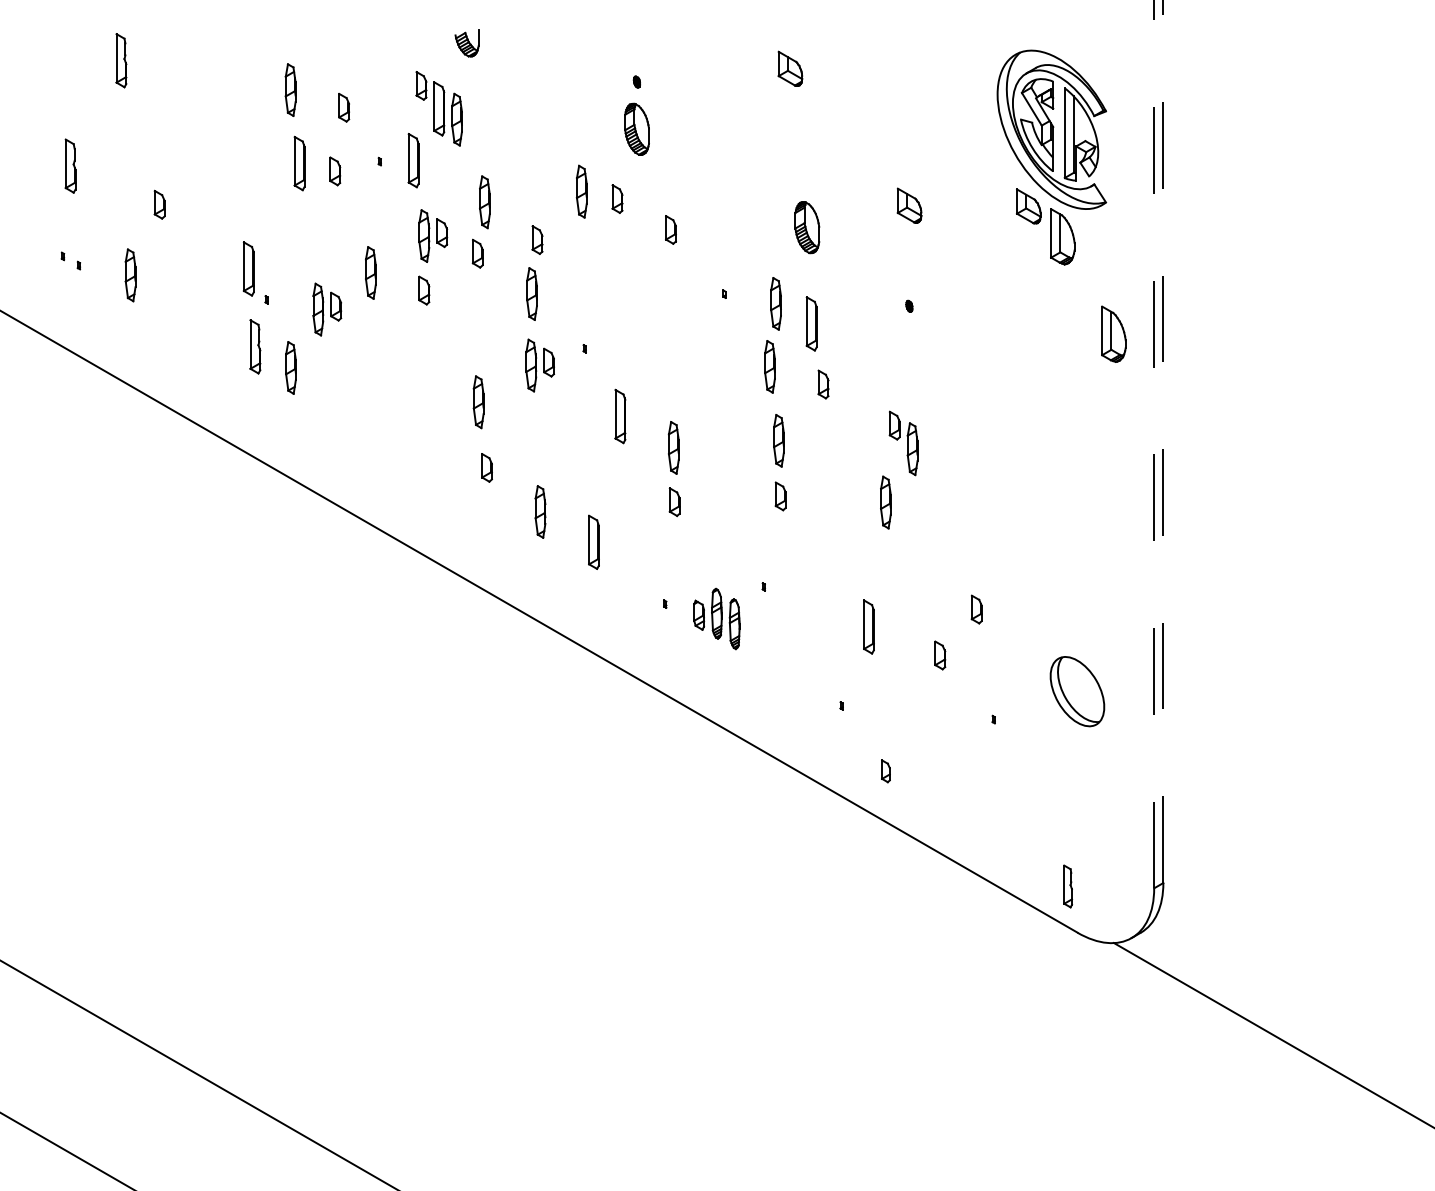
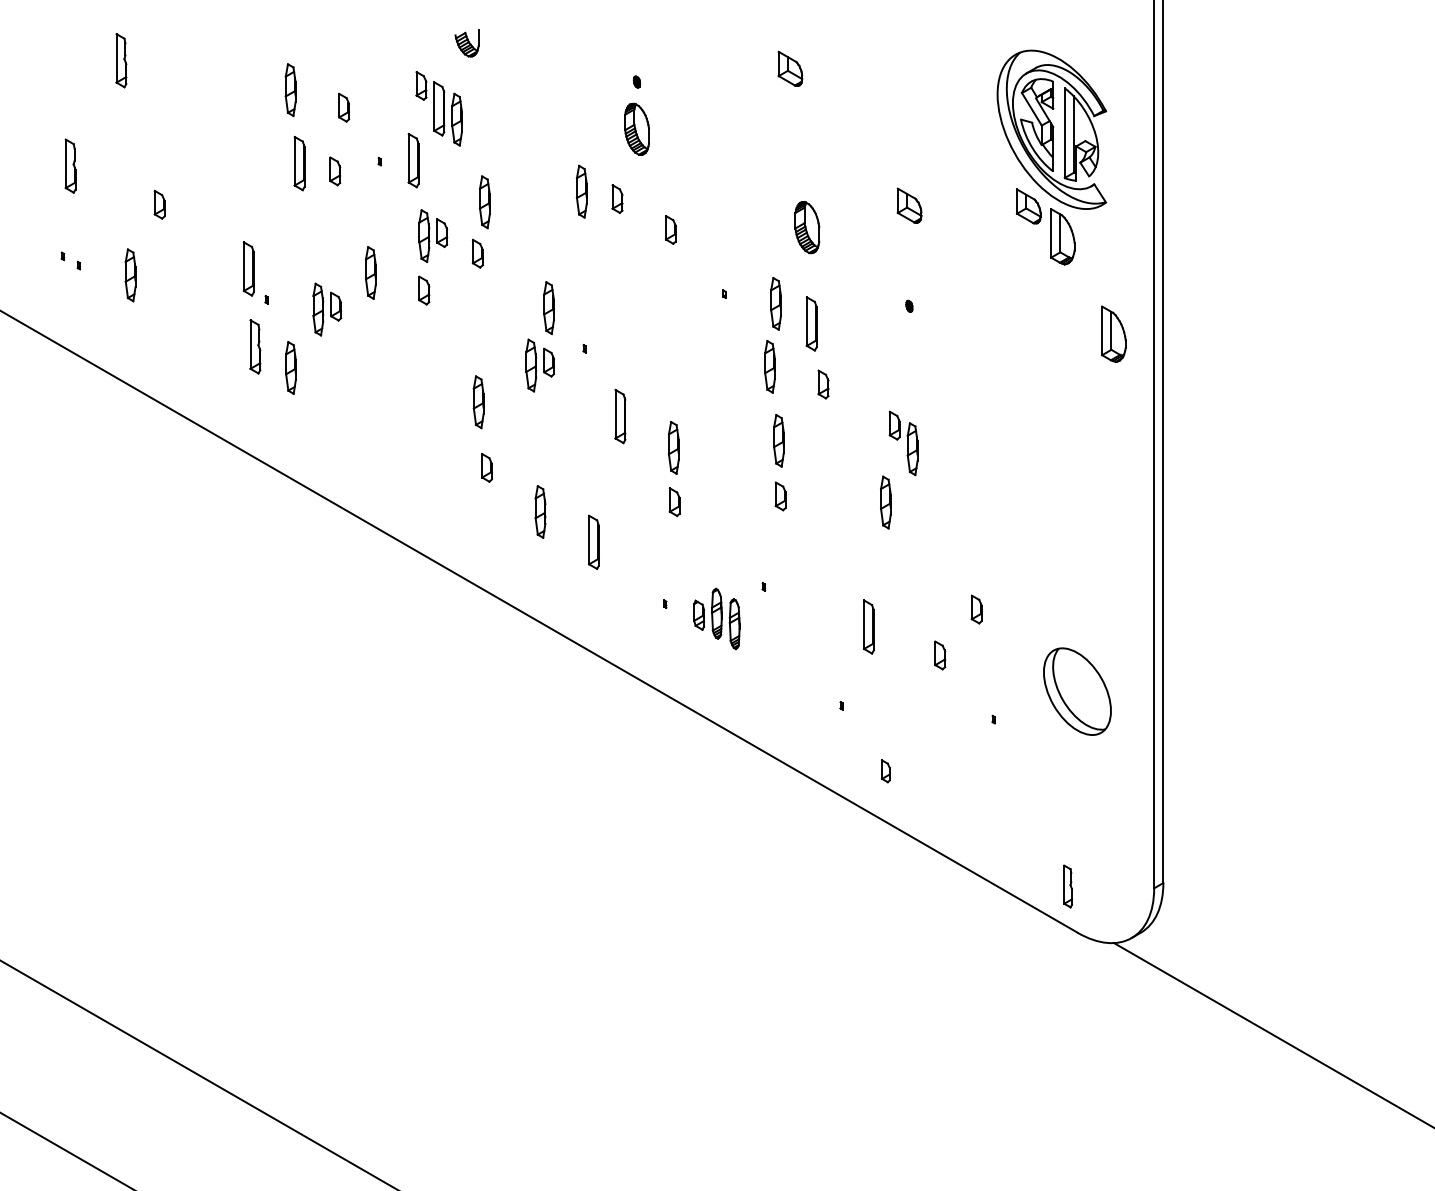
part at (537, 239): present -> none
part at (531, 293) position: (531, 293) -> (548, 307)
line at (1163, 441): dashed -> solid
line at (1154, 444): dashed -> solid
part at (1077, 691) size: 57x72 px -> 69x89 px
